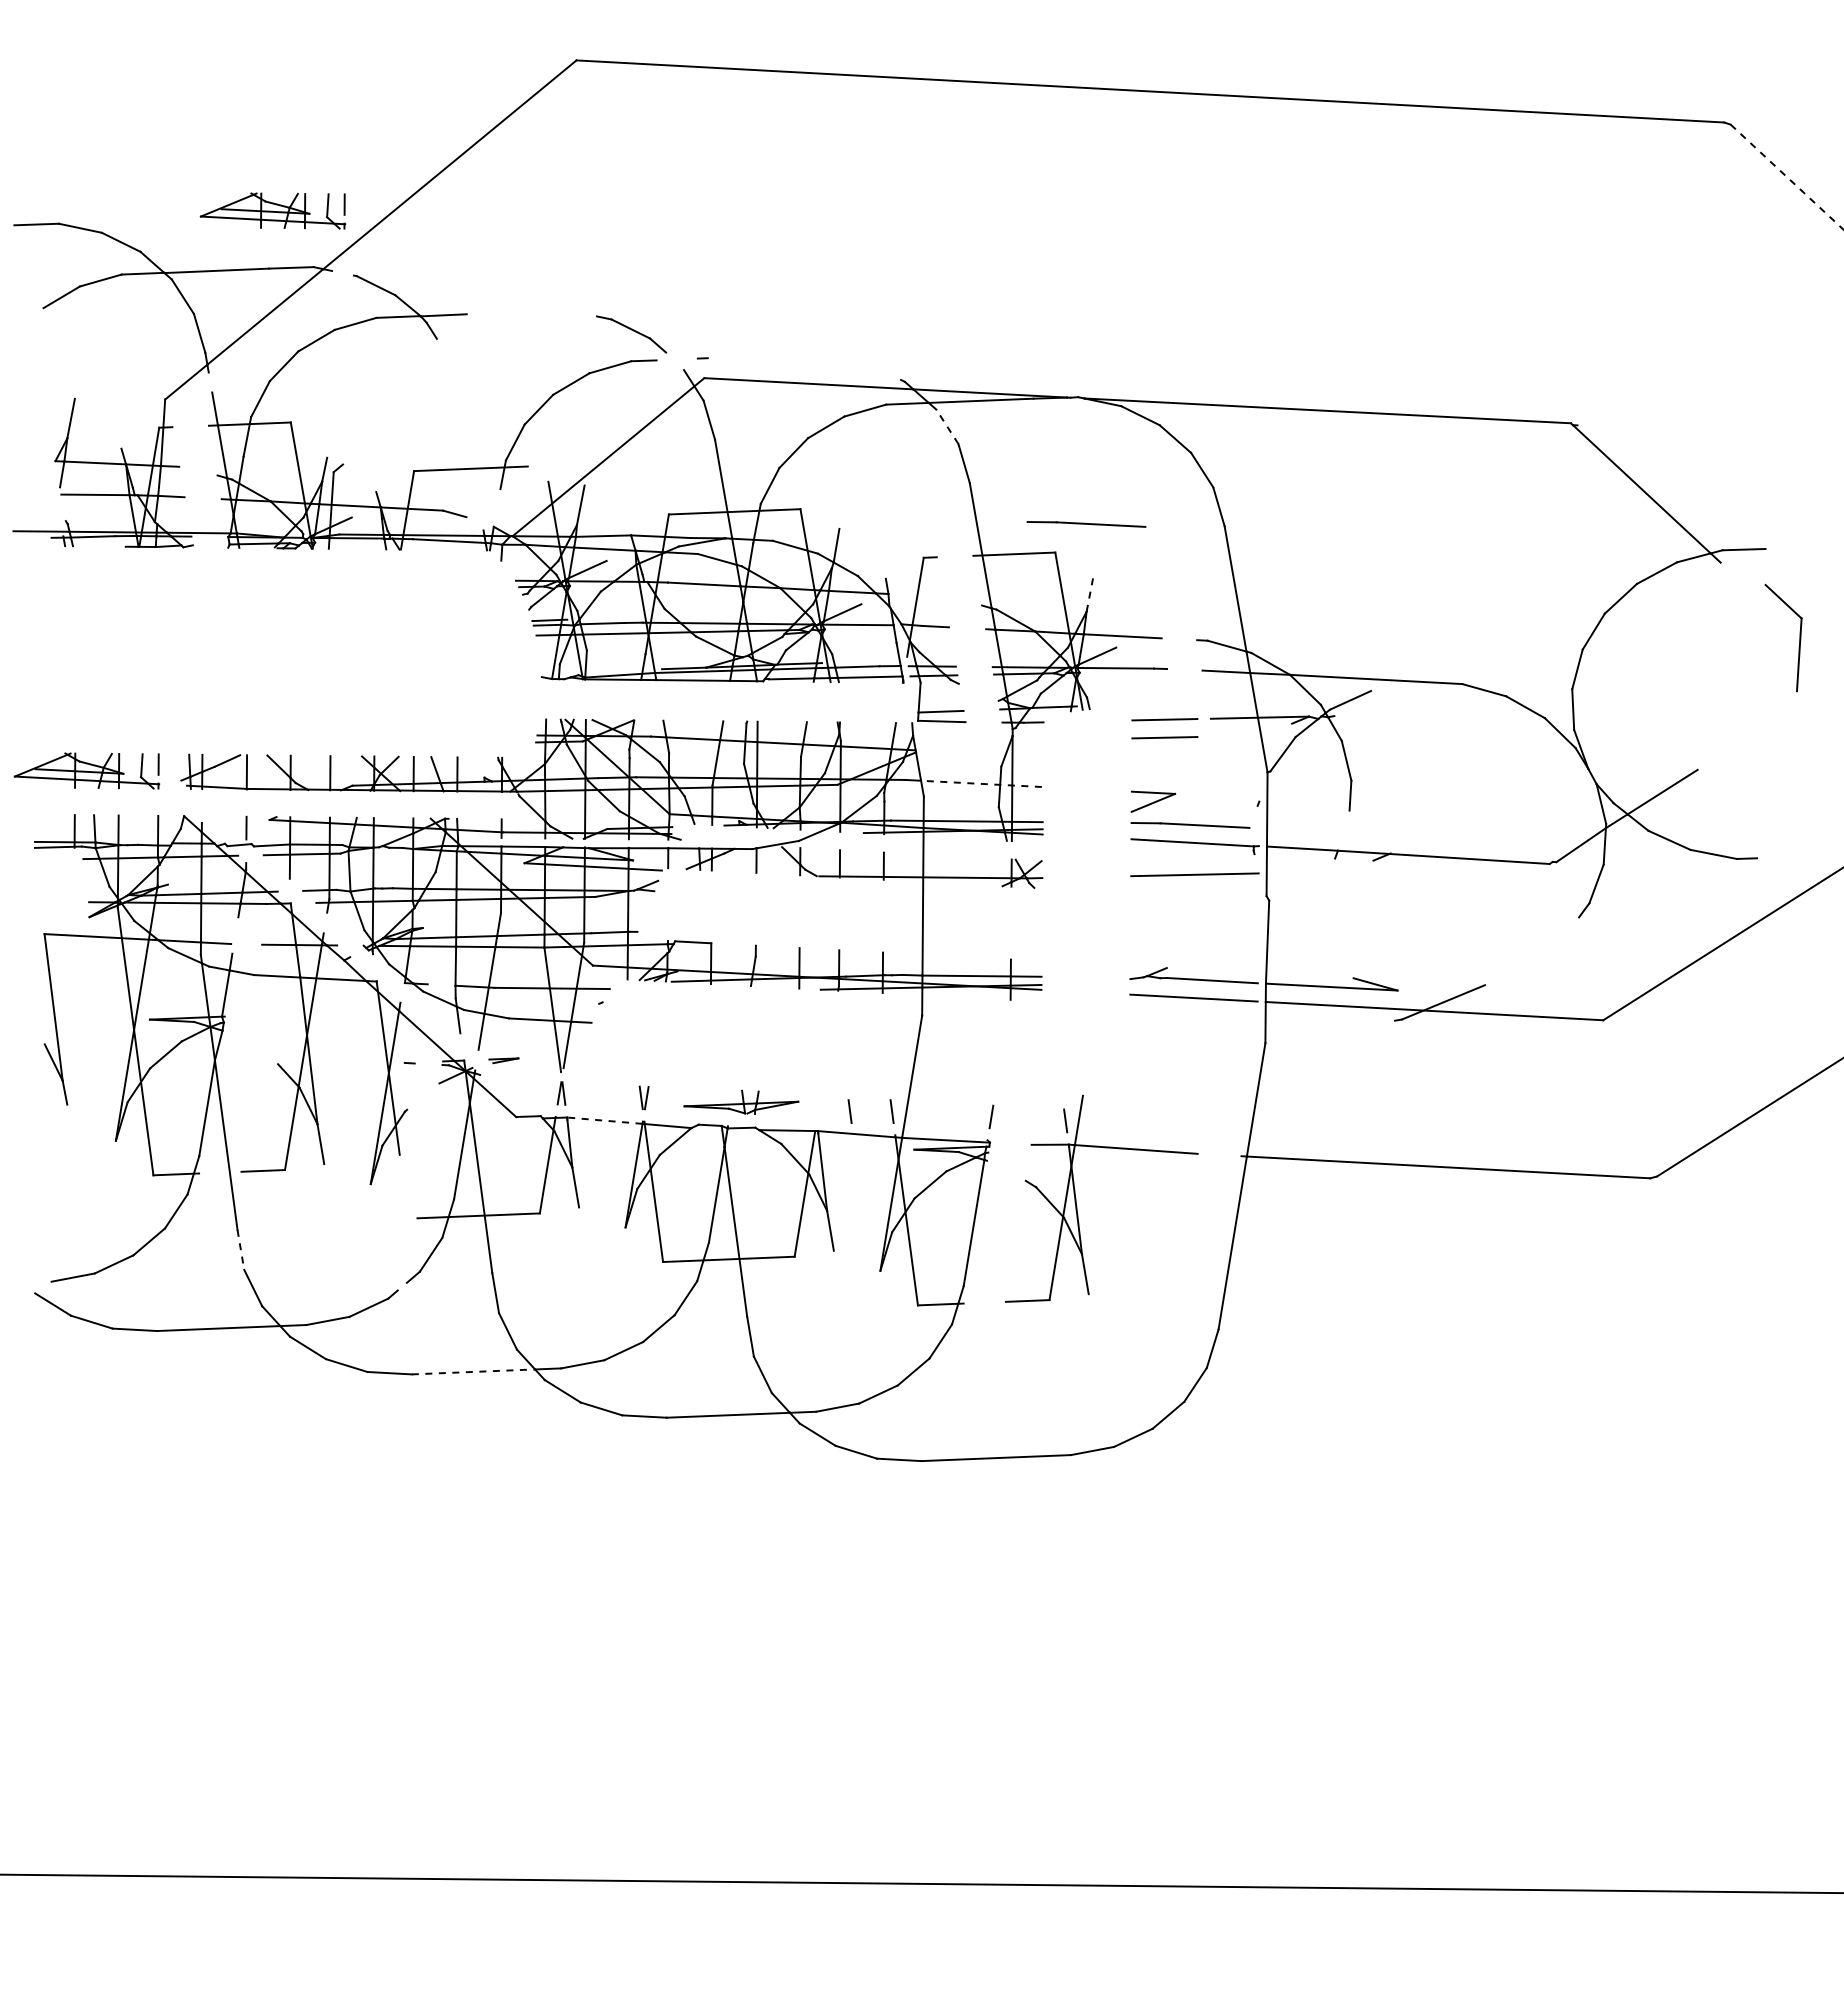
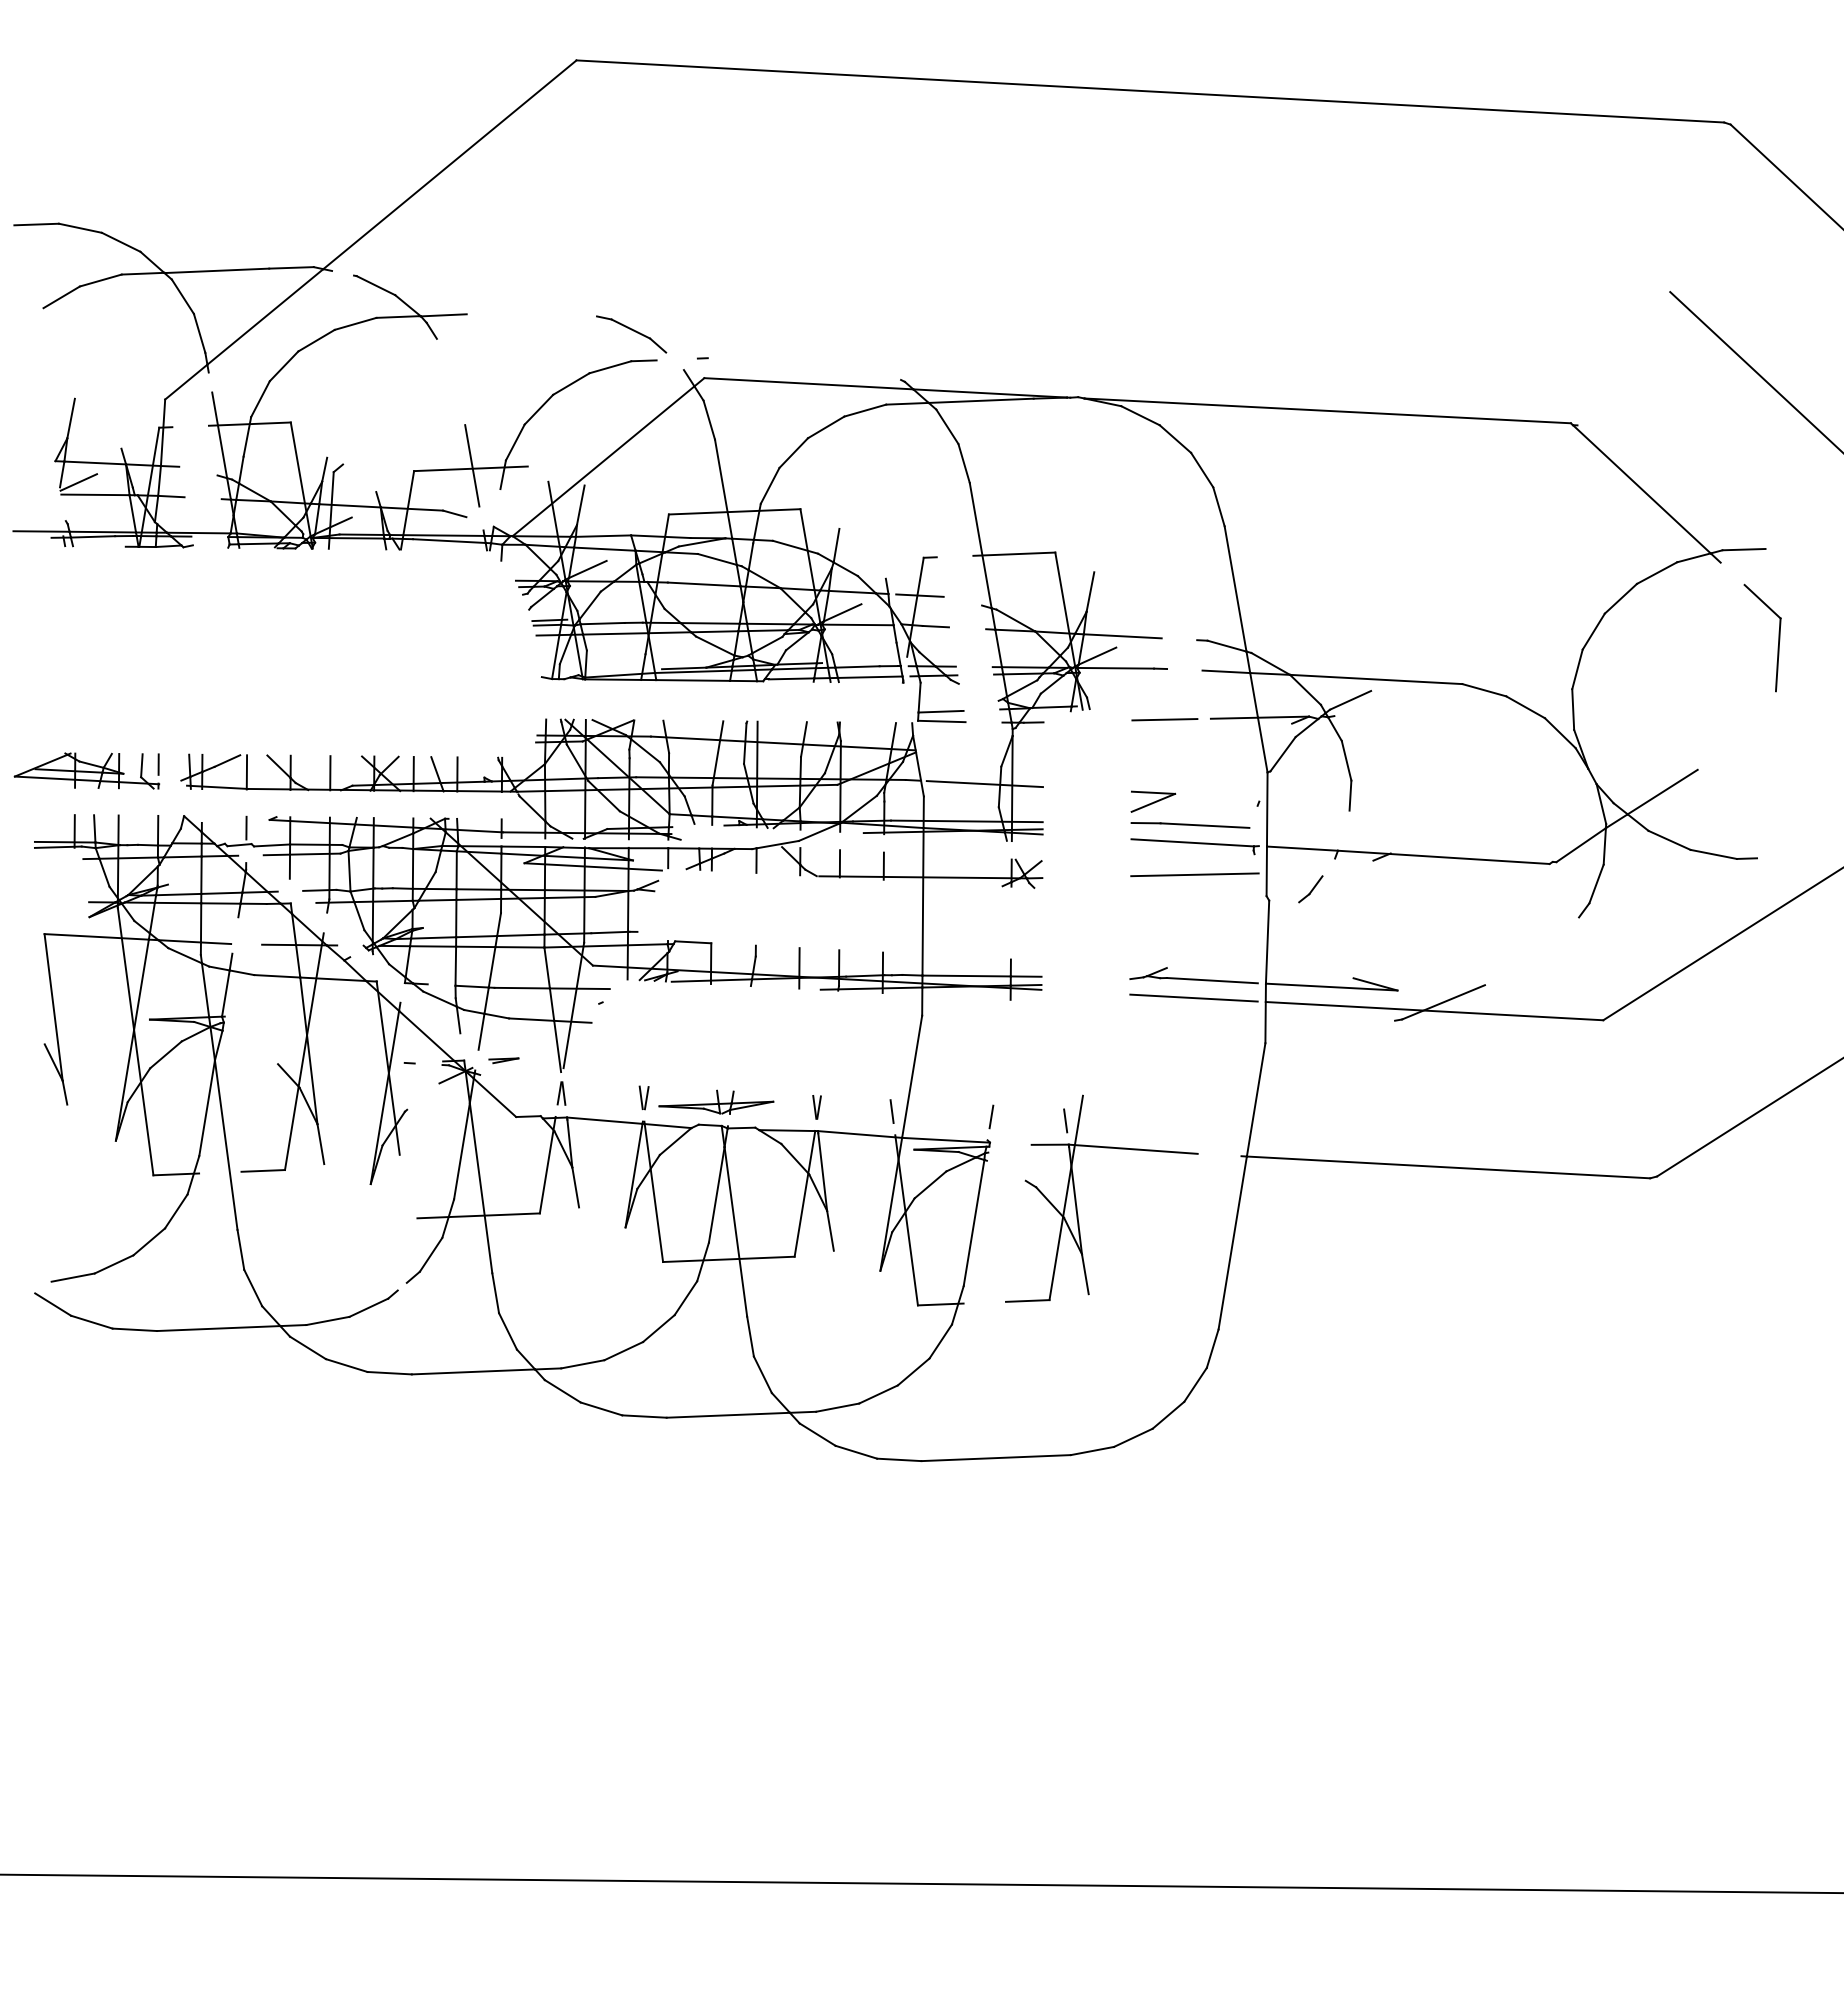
line at (1787, 177): dashed -> solid
part at (272, 210): present -> none
line at (1755, 371): none -> present
line at (947, 426): dashed -> solid
line at (472, 465): none -> present
line at (78, 482): none -> present
line at (1086, 524): present -> none
line at (1090, 591): dashed -> solid
line at (919, 595): none -> present
part at (1799, 637) position: (1799, 637) -> (1778, 637)
line at (1164, 737): present -> none
line at (985, 784): dashed -> solid
part at (1310, 889): none -> present
part at (741, 1101) position: (741, 1101) -> (716, 1101)
part at (816, 1107): none -> present
line at (849, 1111): present -> none
line at (604, 1120): dashed -> solid
line at (240, 1250): dashed -> solid
line at (473, 1371): dashed -> solid
